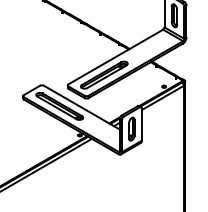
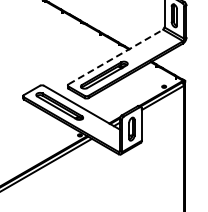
line at (115, 56): solid -> dashed
